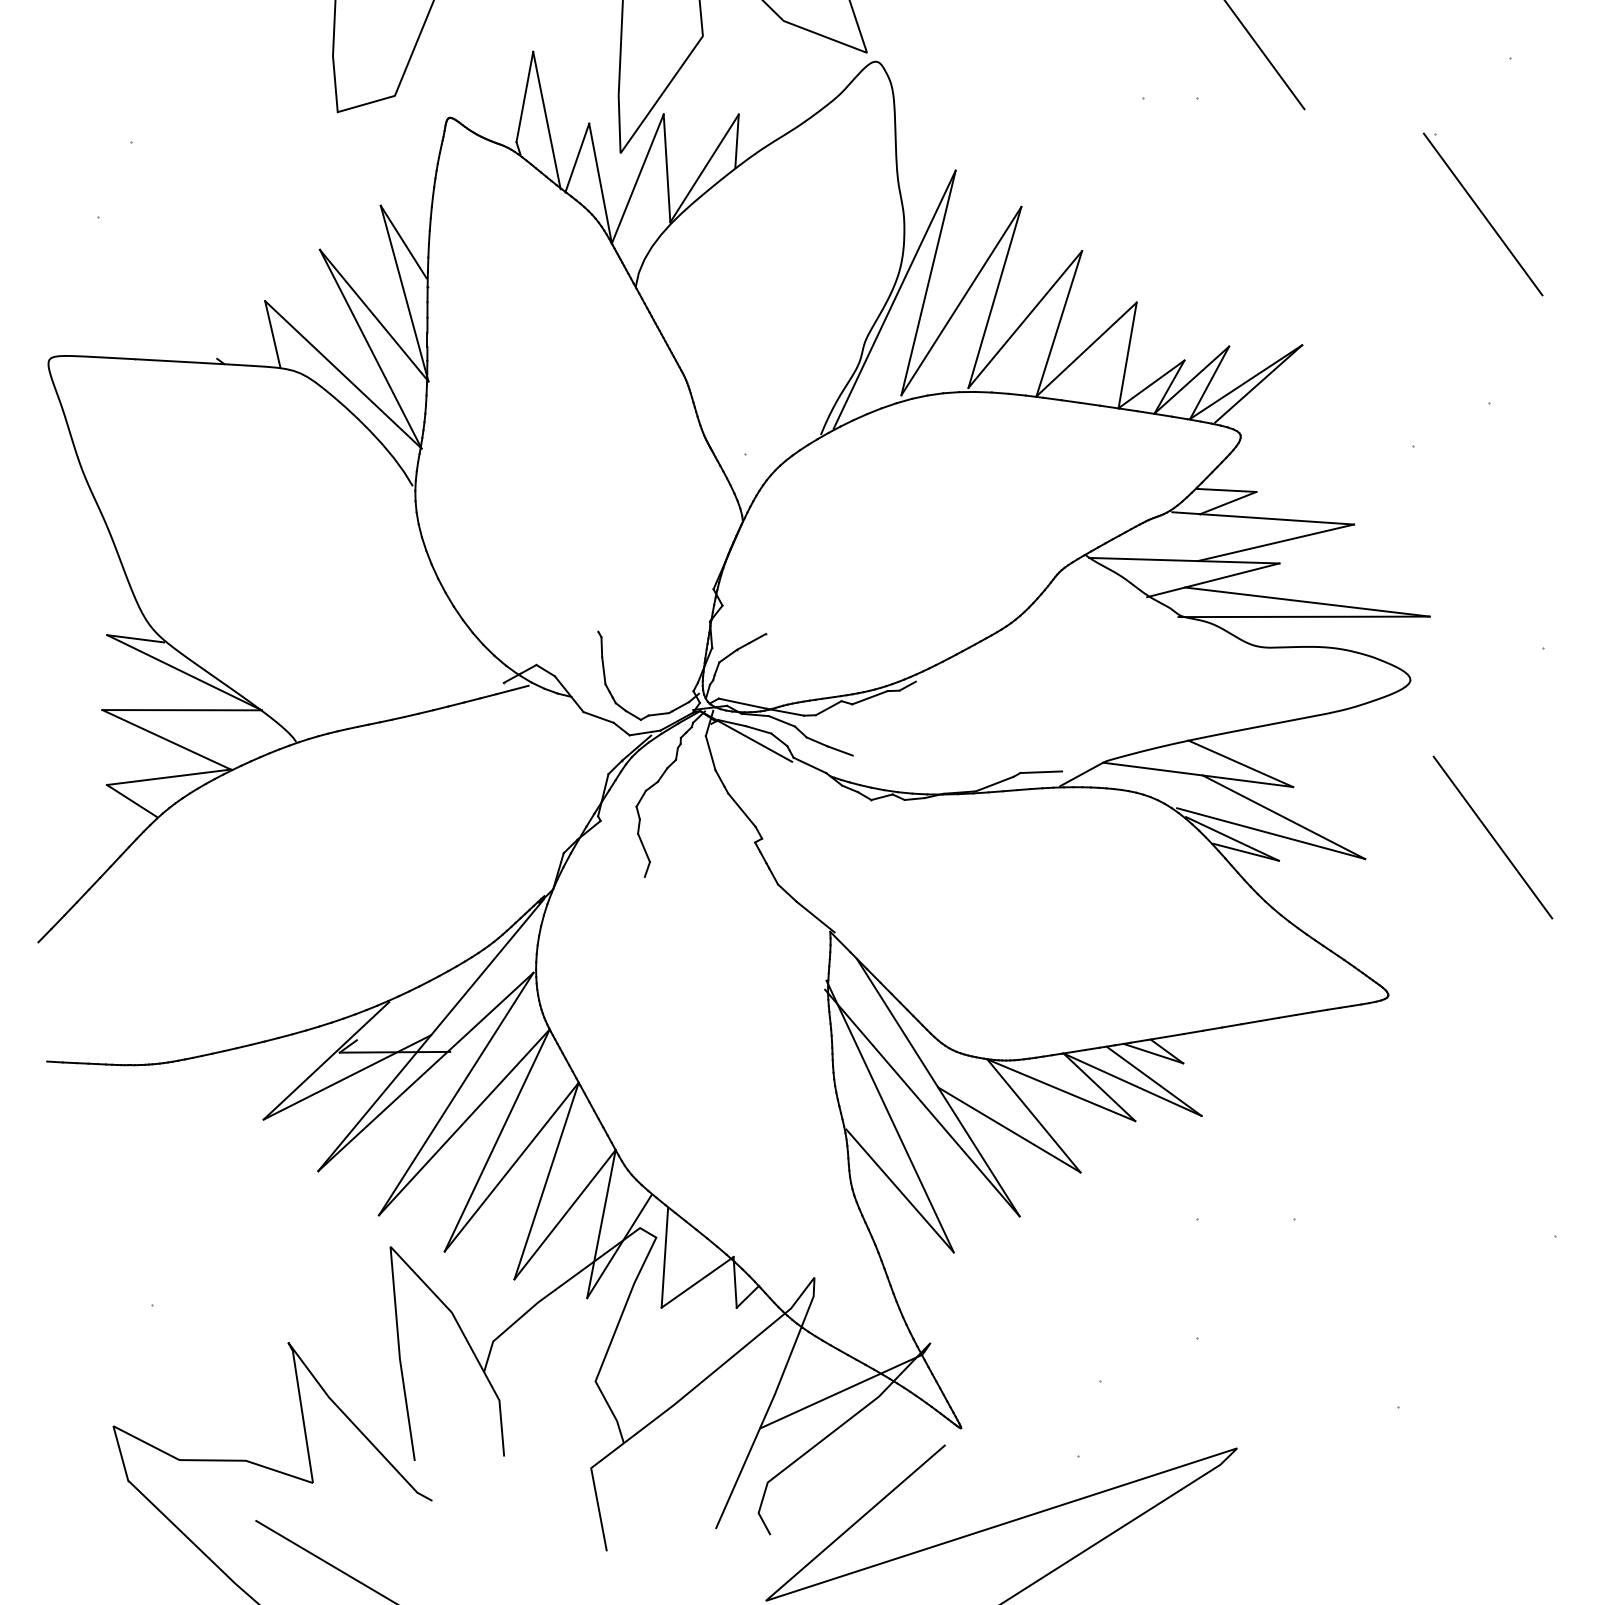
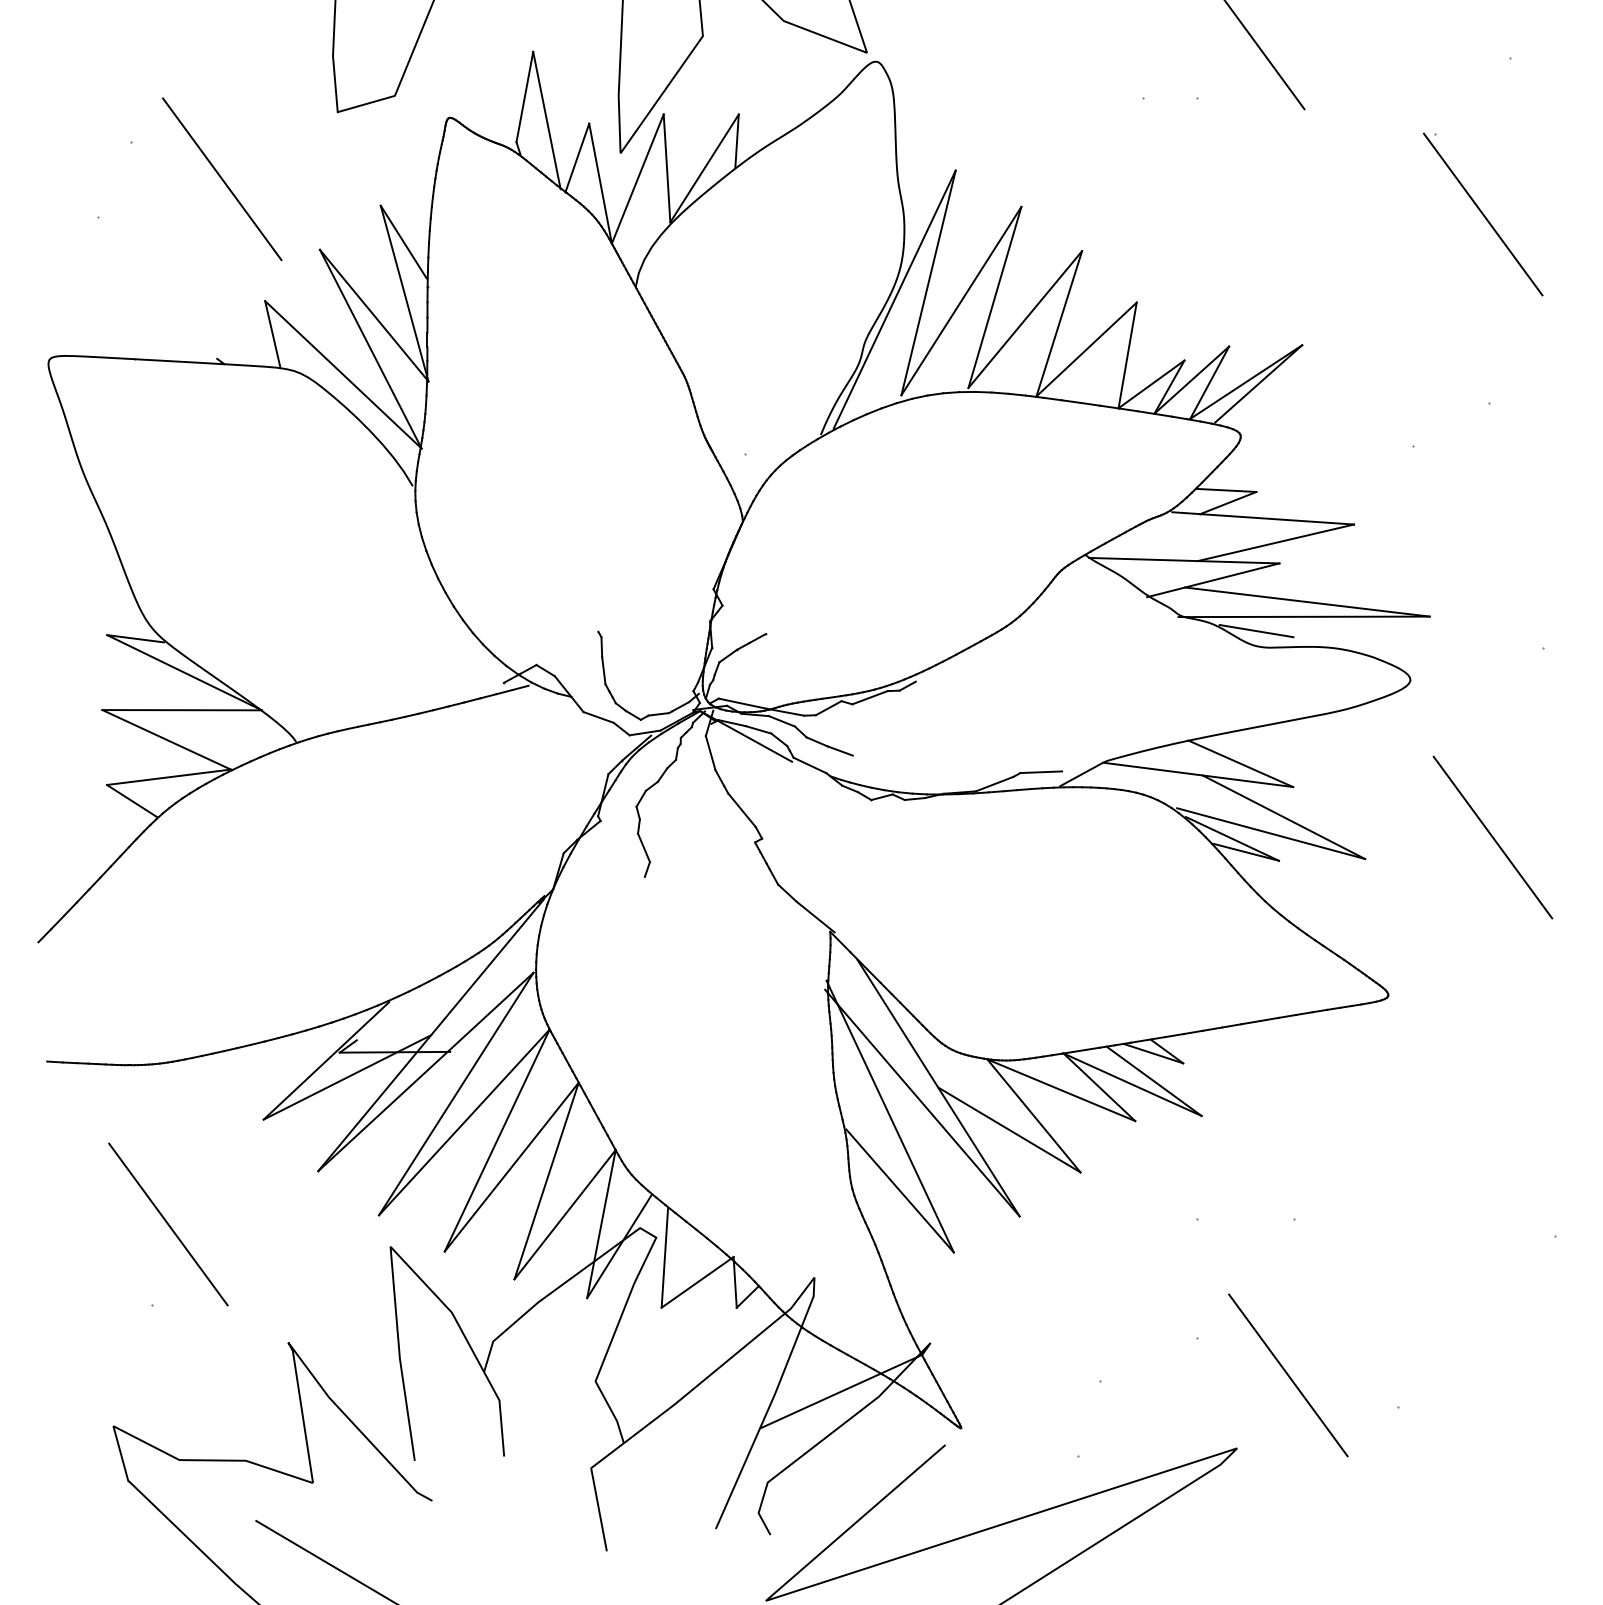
line at (222, 179): none -> present
line at (1256, 631): none -> present
line at (168, 1224): none -> present
line at (1288, 1375): none -> present
